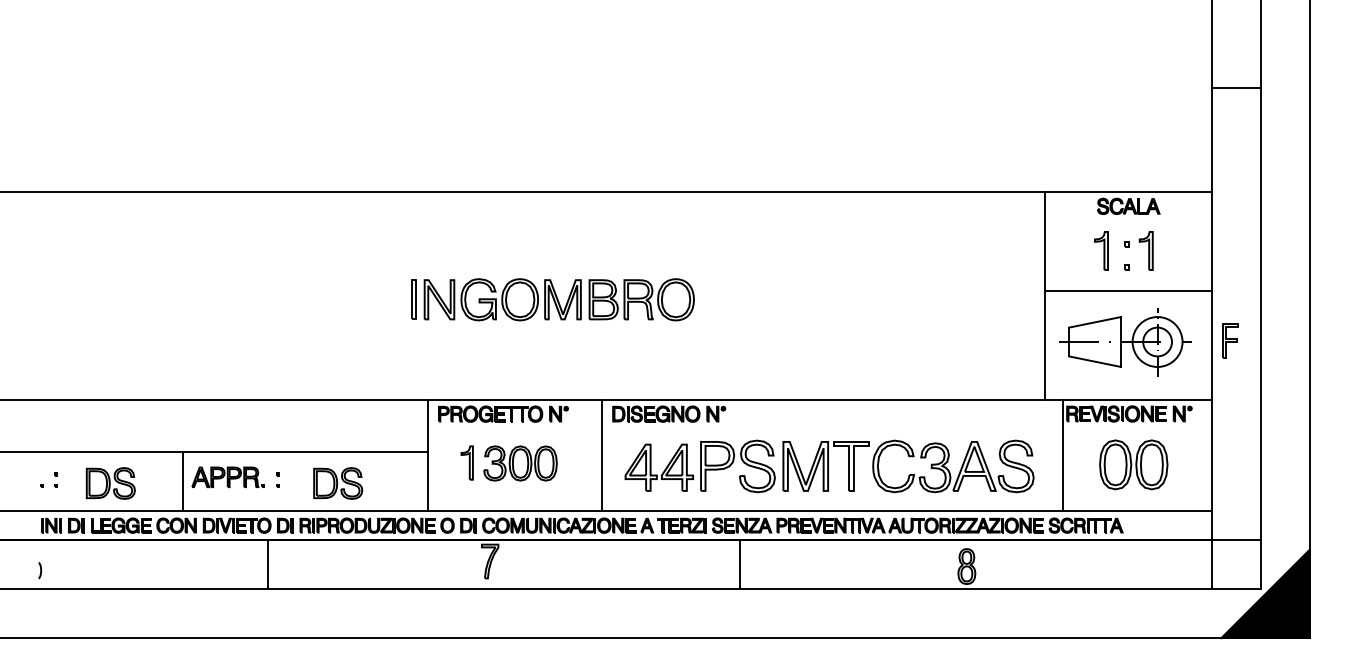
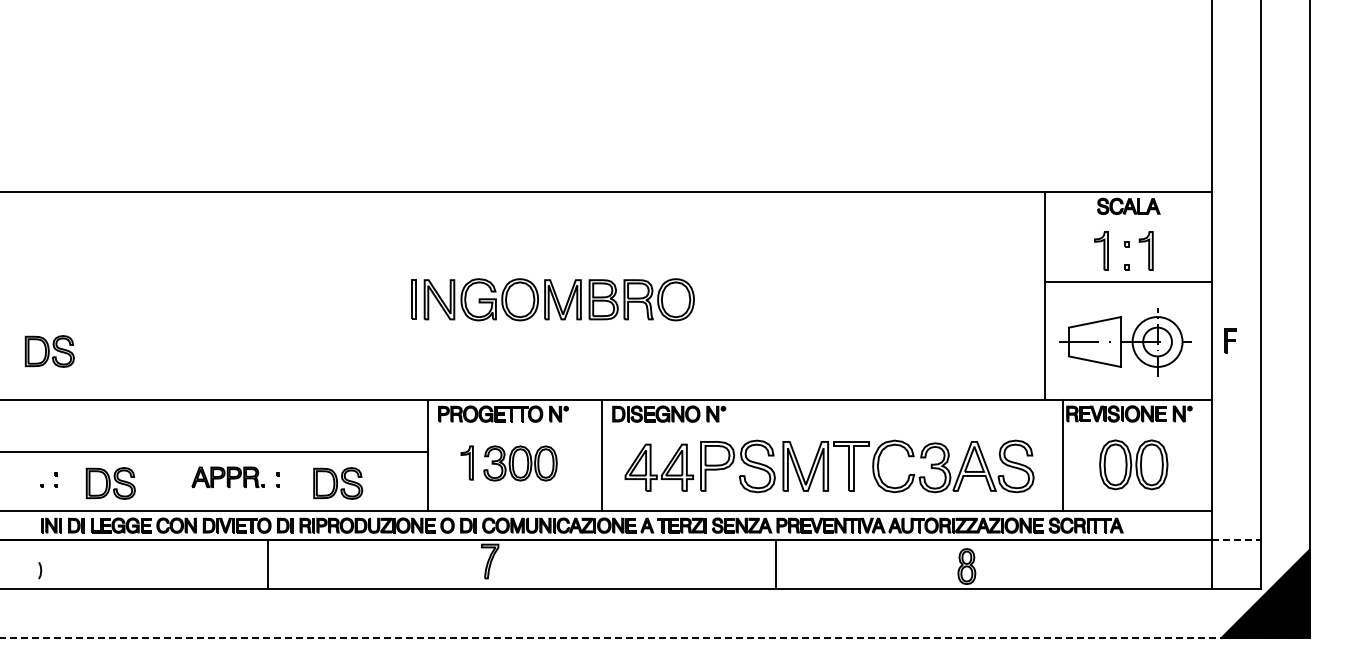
line at (1235, 87): present -> none
line at (1127, 291) position: (1127, 291) -> (1127, 282)
part at (1230, 340) size: 17x36 px -> 13x26 px
part at (49, 351): none -> present
line at (182, 480): present -> none
line at (1236, 540): solid -> dashed
line at (739, 564) position: (739, 564) -> (775, 564)
line at (655, 638): solid -> dashed
